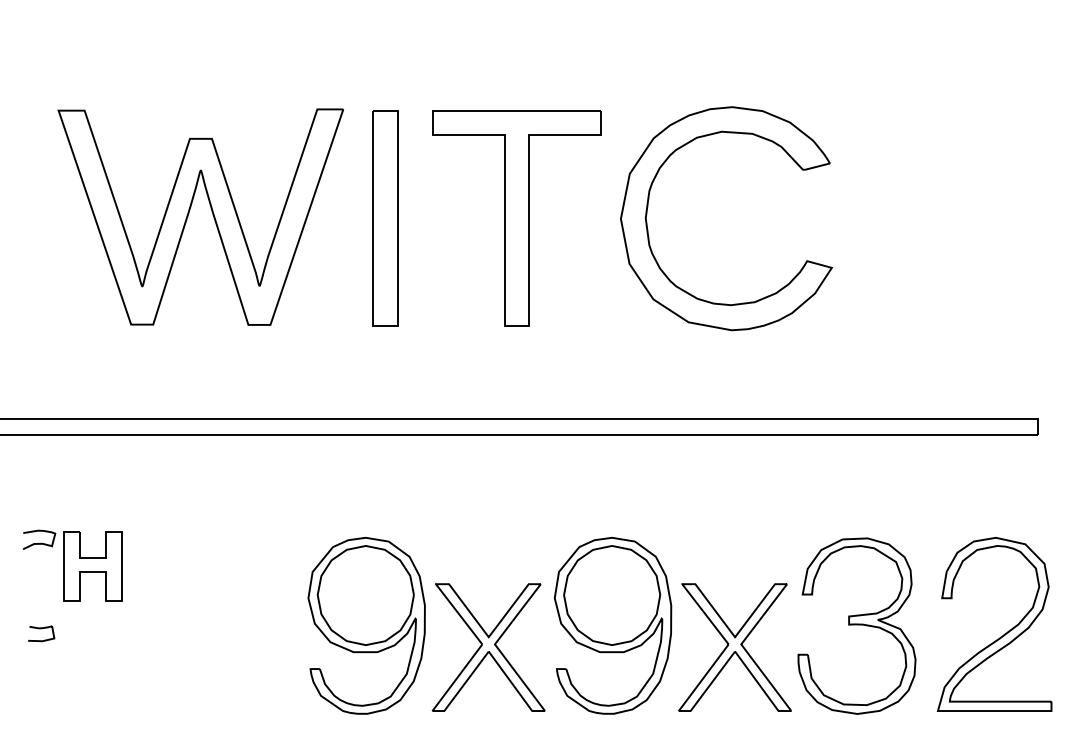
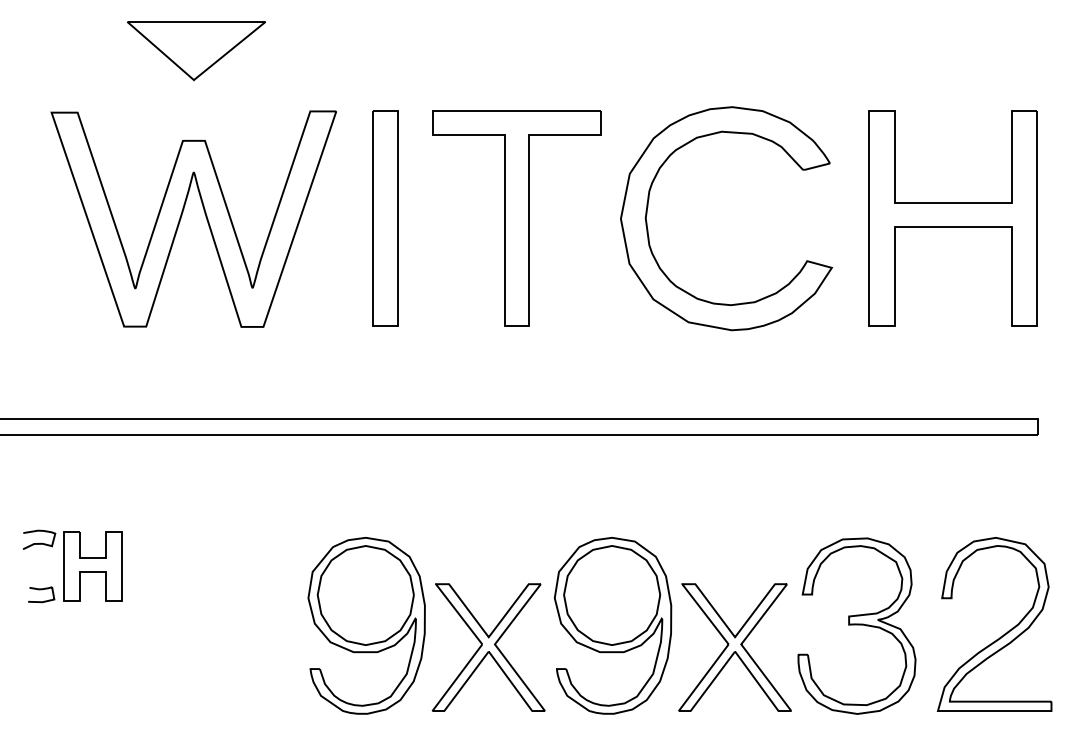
part at (196, 51): none -> present
part at (189, 213) position: (189, 213) -> (182, 215)
part at (952, 218): none -> present
curve at (41, 629) position: (41, 629) -> (41, 590)
